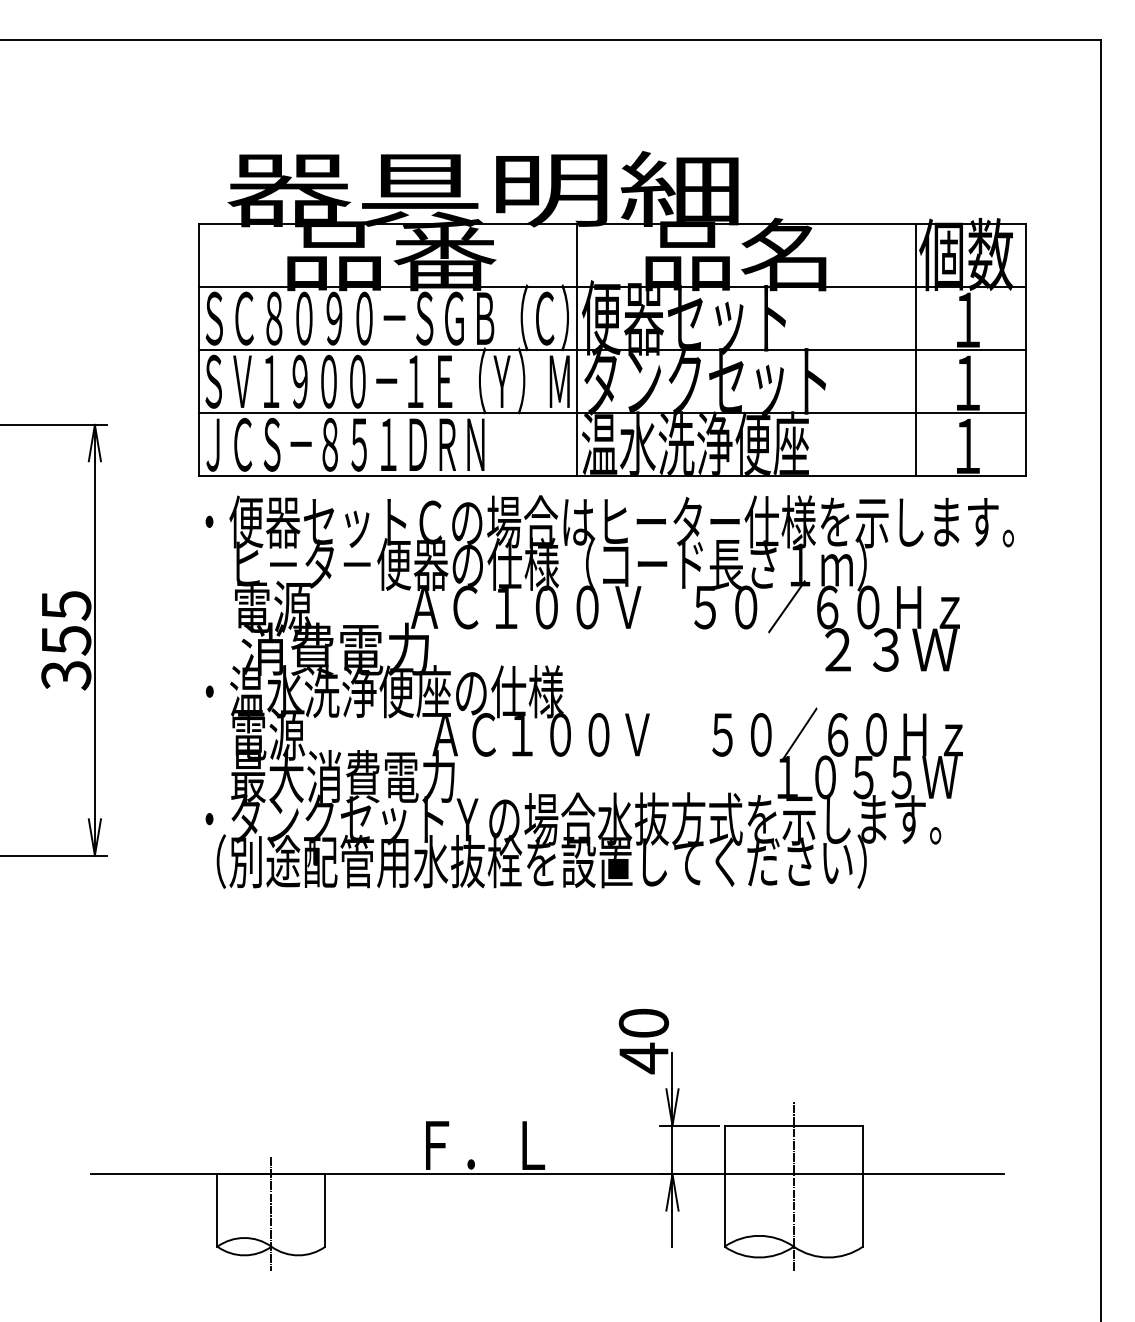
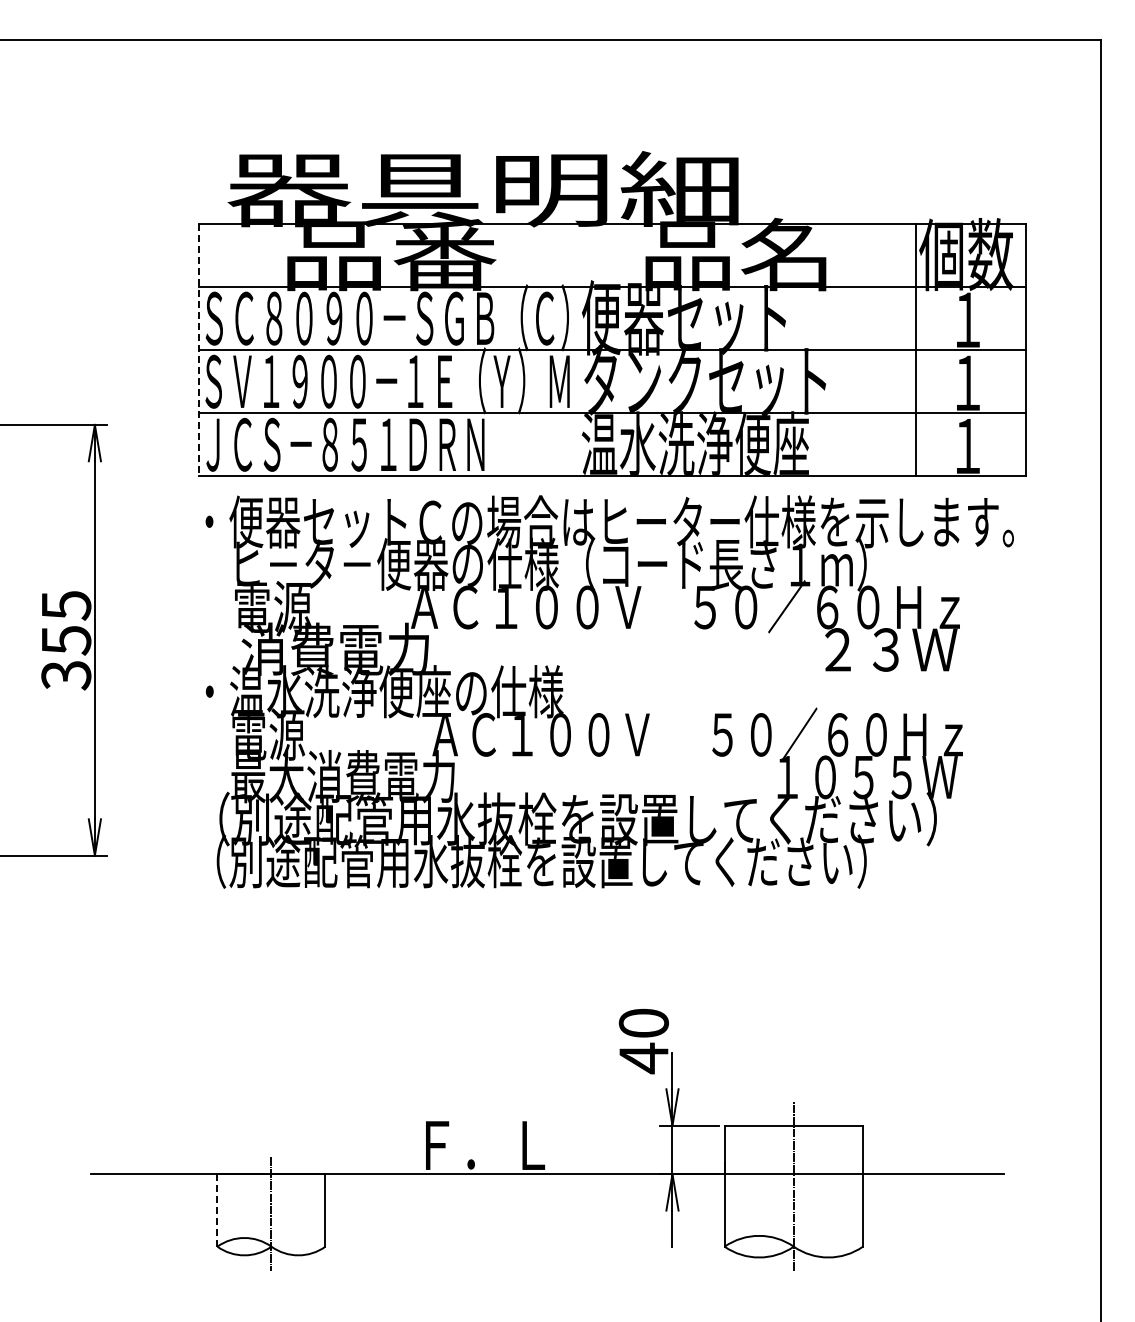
line at (199, 350): solid -> dashed
line at (576, 350): present -> none
text at (573, 818): ・タンクセットＹの場合水抜方式を示します。 -> （別途配管用水抜栓を設置してください）
line at (217, 1210): solid -> dashed
